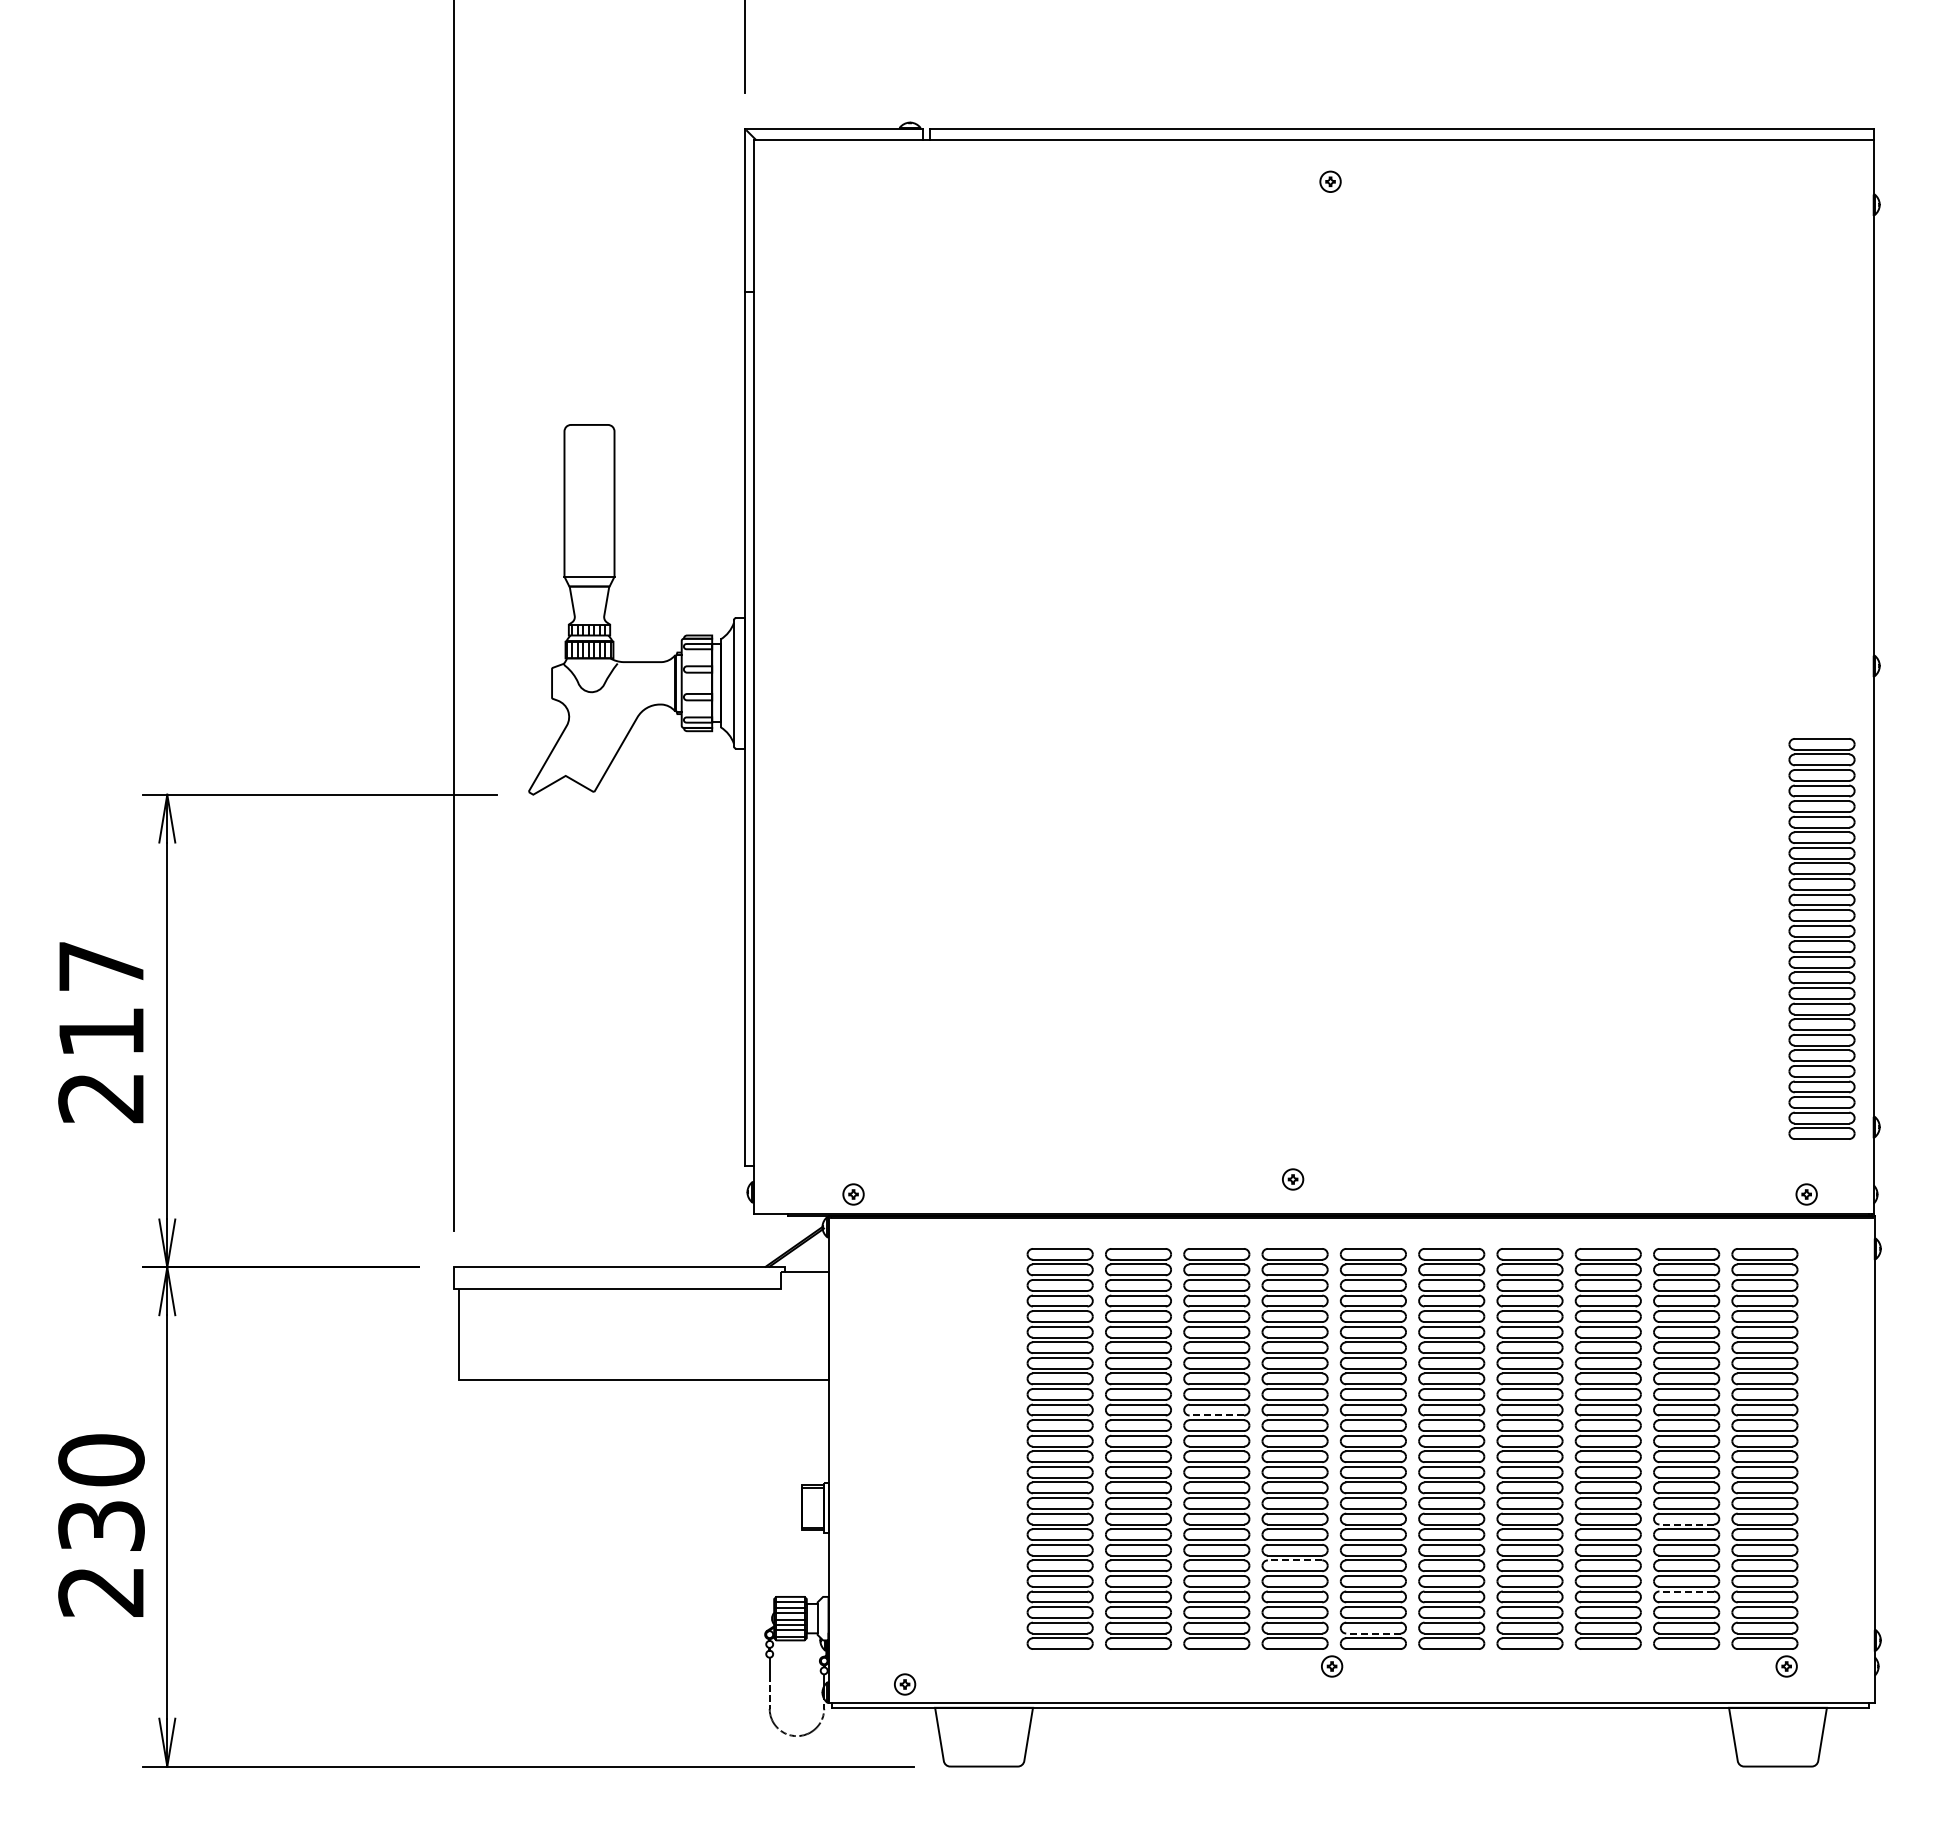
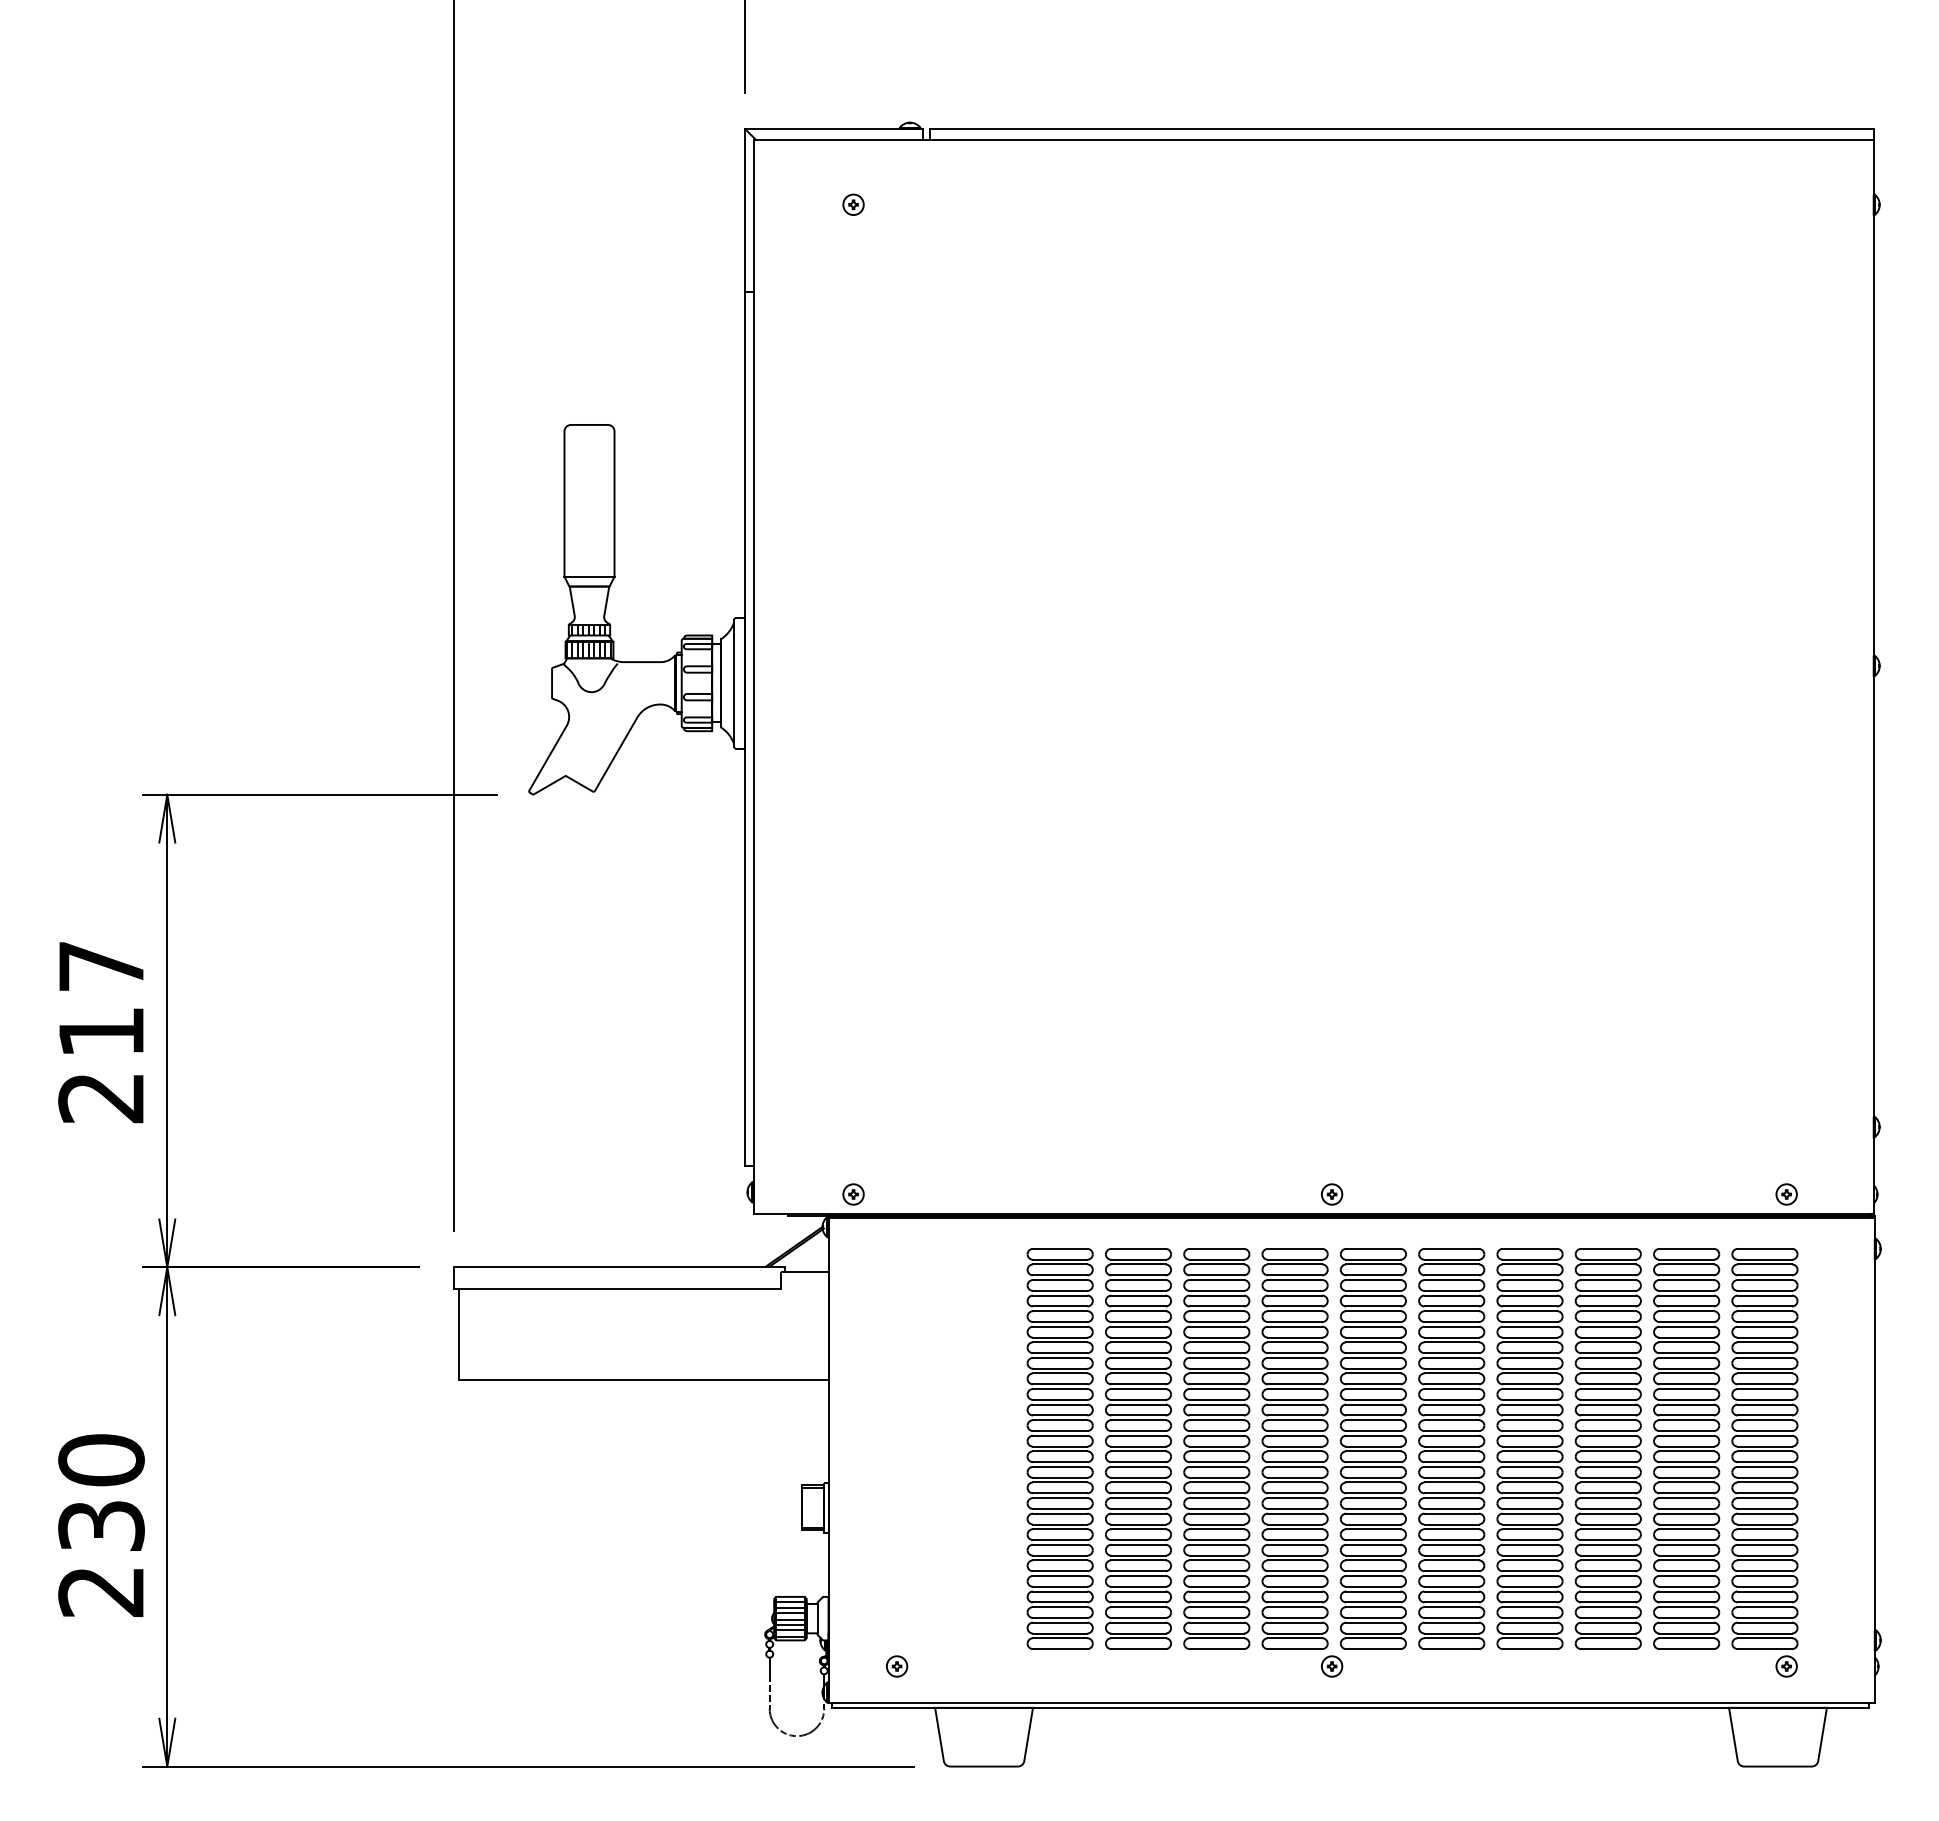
part at (1330, 181) position: (1330, 181) -> (853, 204)
part at (1821, 938): present -> none
part at (1293, 1179) position: (1293, 1179) -> (1332, 1194)
part at (1806, 1194) position: (1806, 1194) -> (1786, 1194)
line at (1216, 1415): dashed -> solid
line at (1686, 1524): dashed -> solid
line at (1294, 1560): dashed -> solid
line at (1686, 1591): dashed -> solid
line at (1372, 1633): dashed -> solid
part at (905, 1684) position: (905, 1684) -> (897, 1666)
